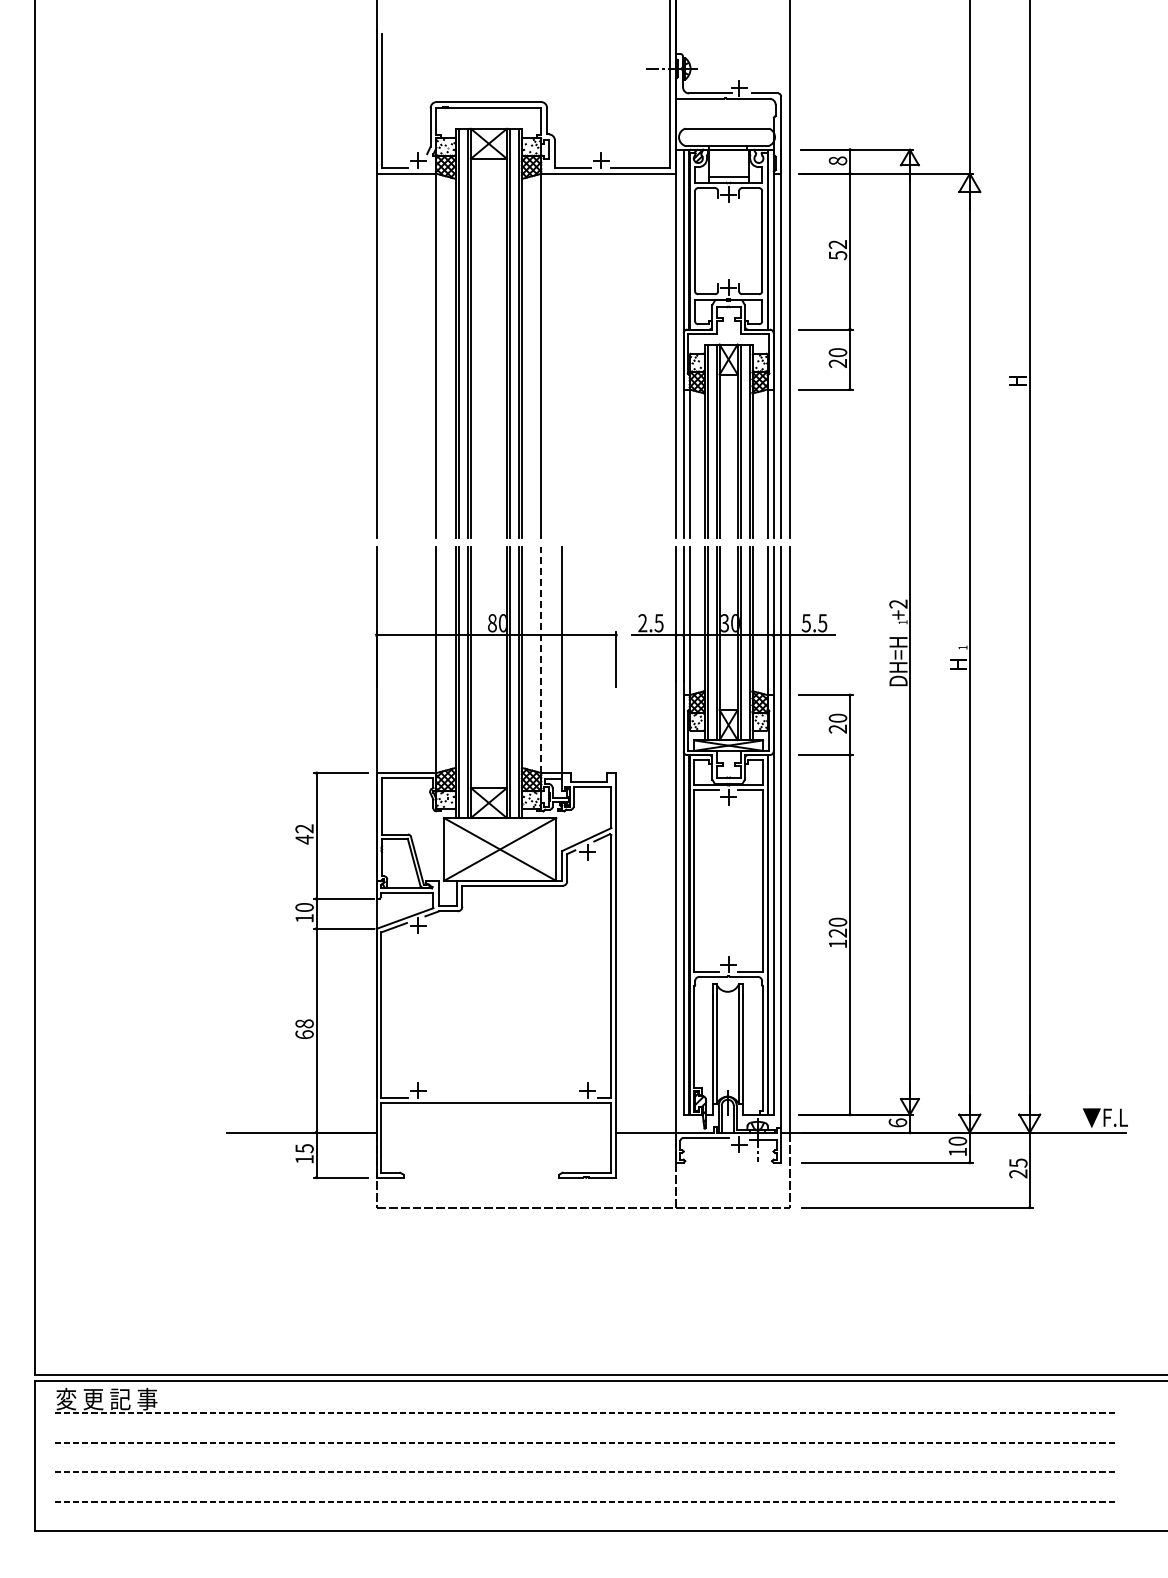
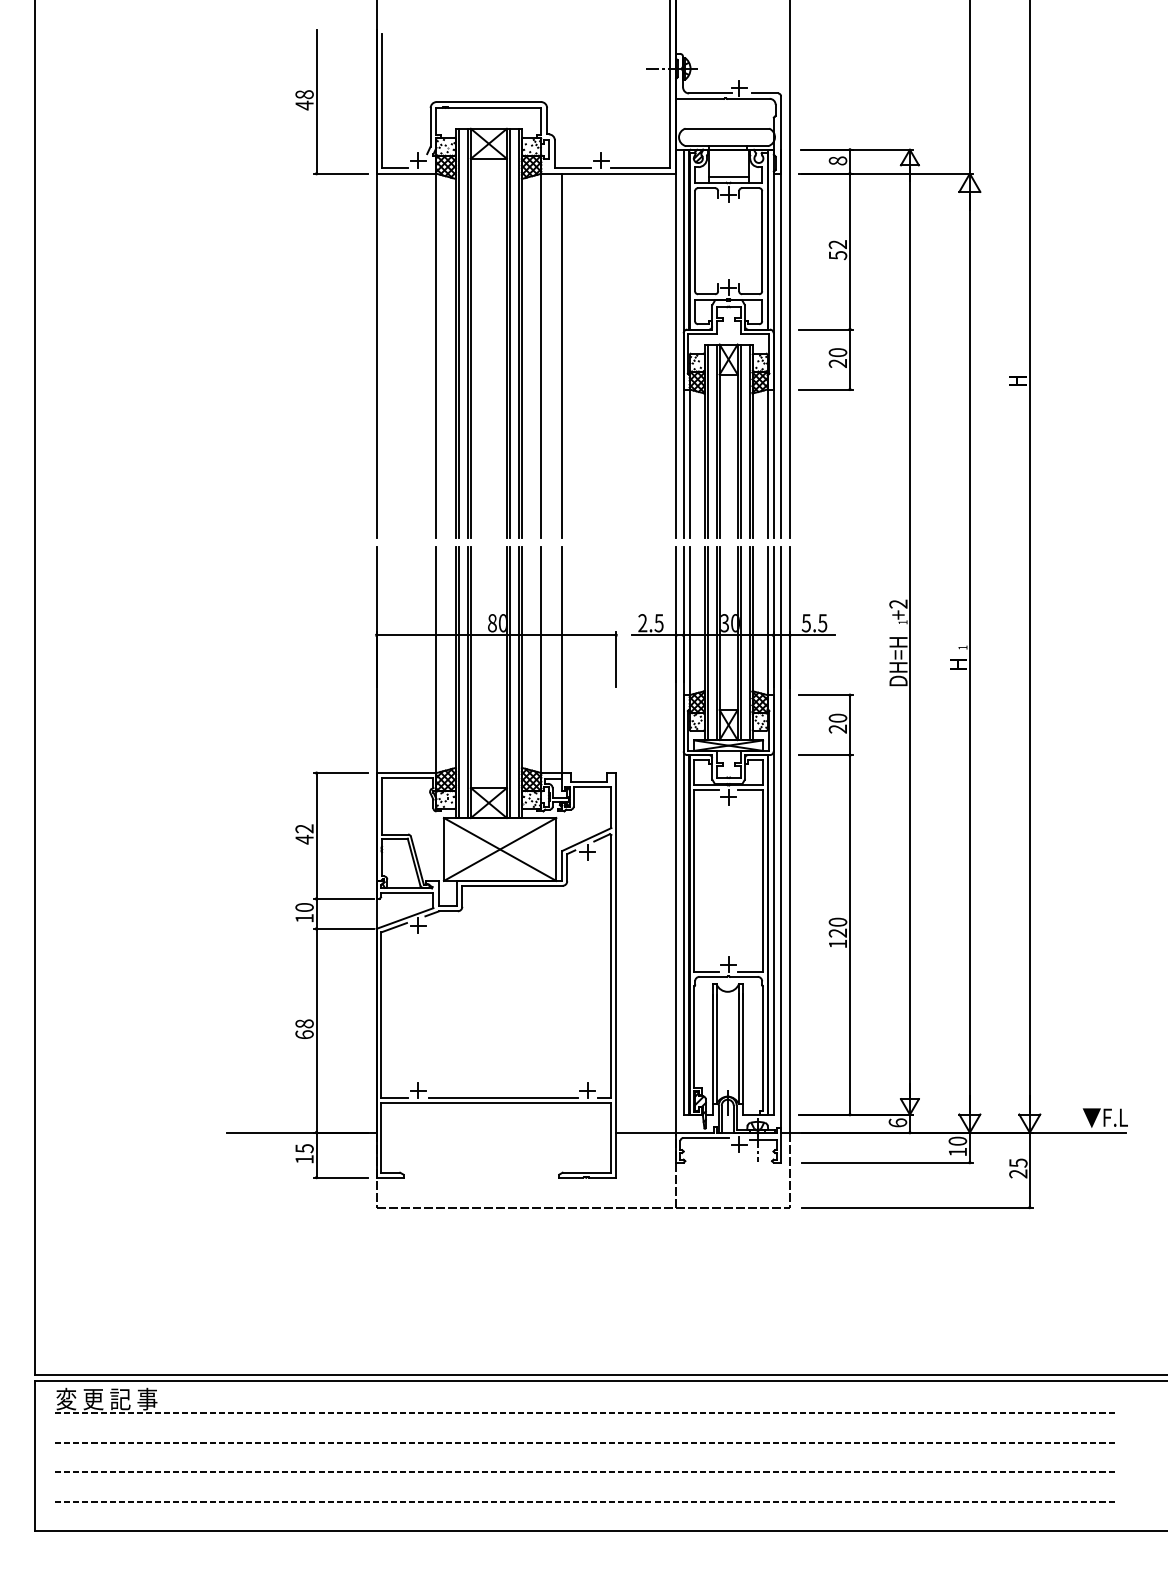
part at (317, 102): none -> present
line at (562, 355): none -> present
line at (541, 659): dashed -> solid
line at (502, 1097): none -> present
